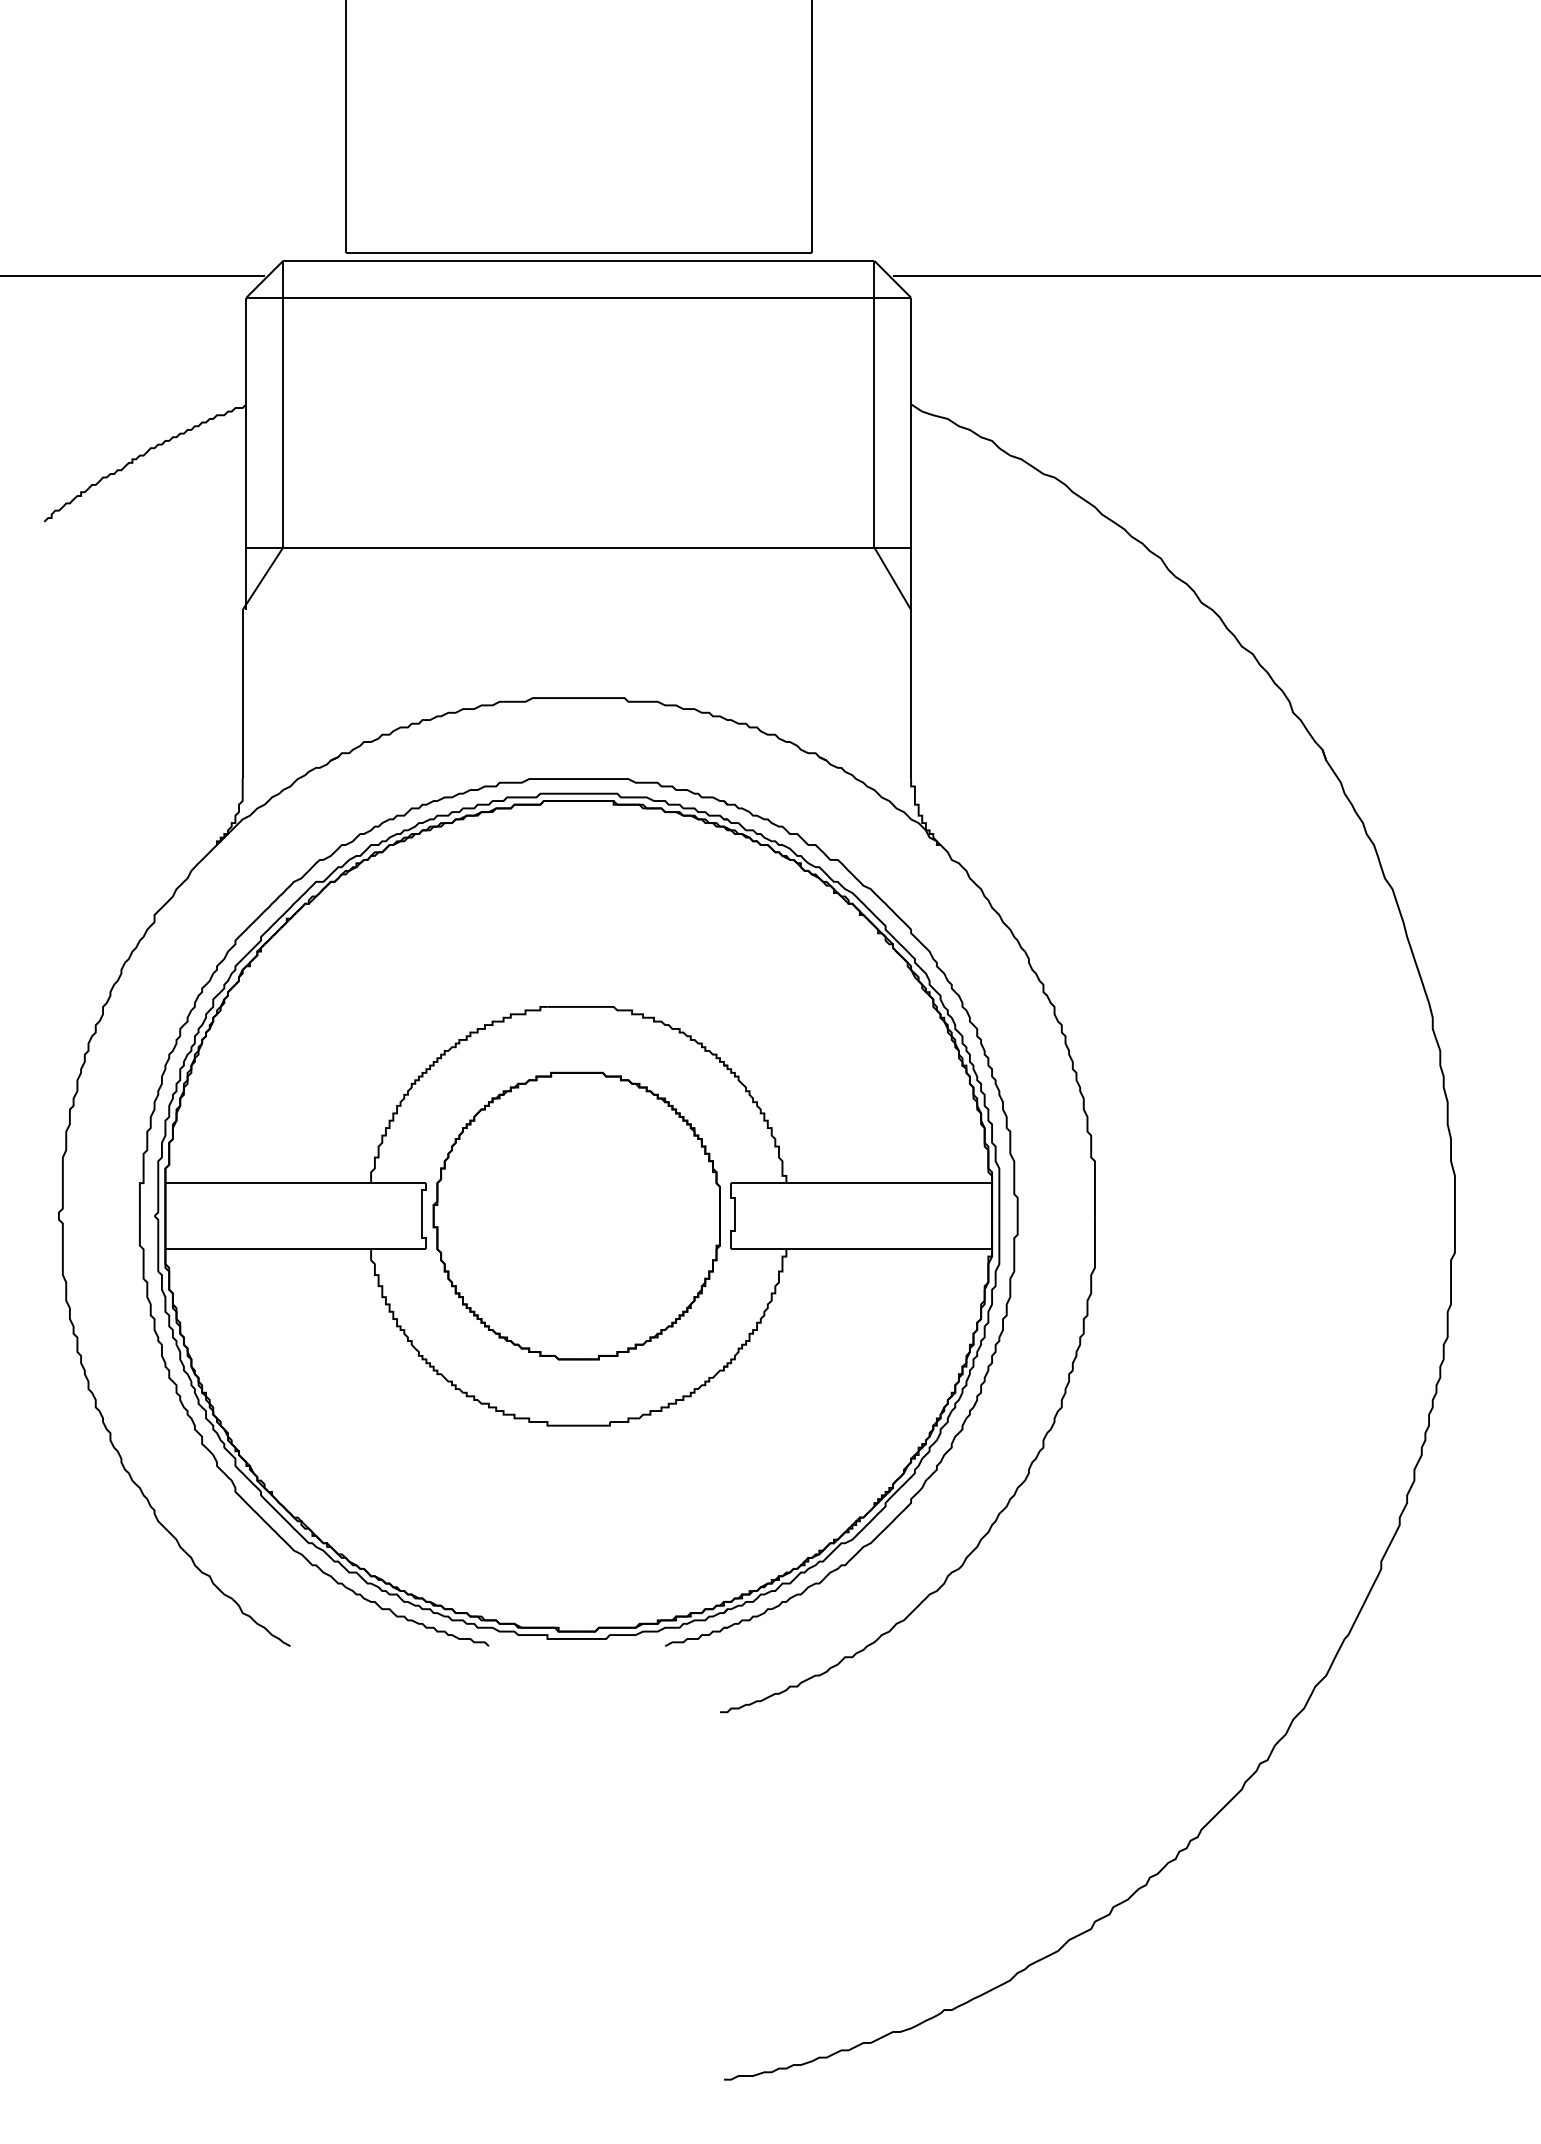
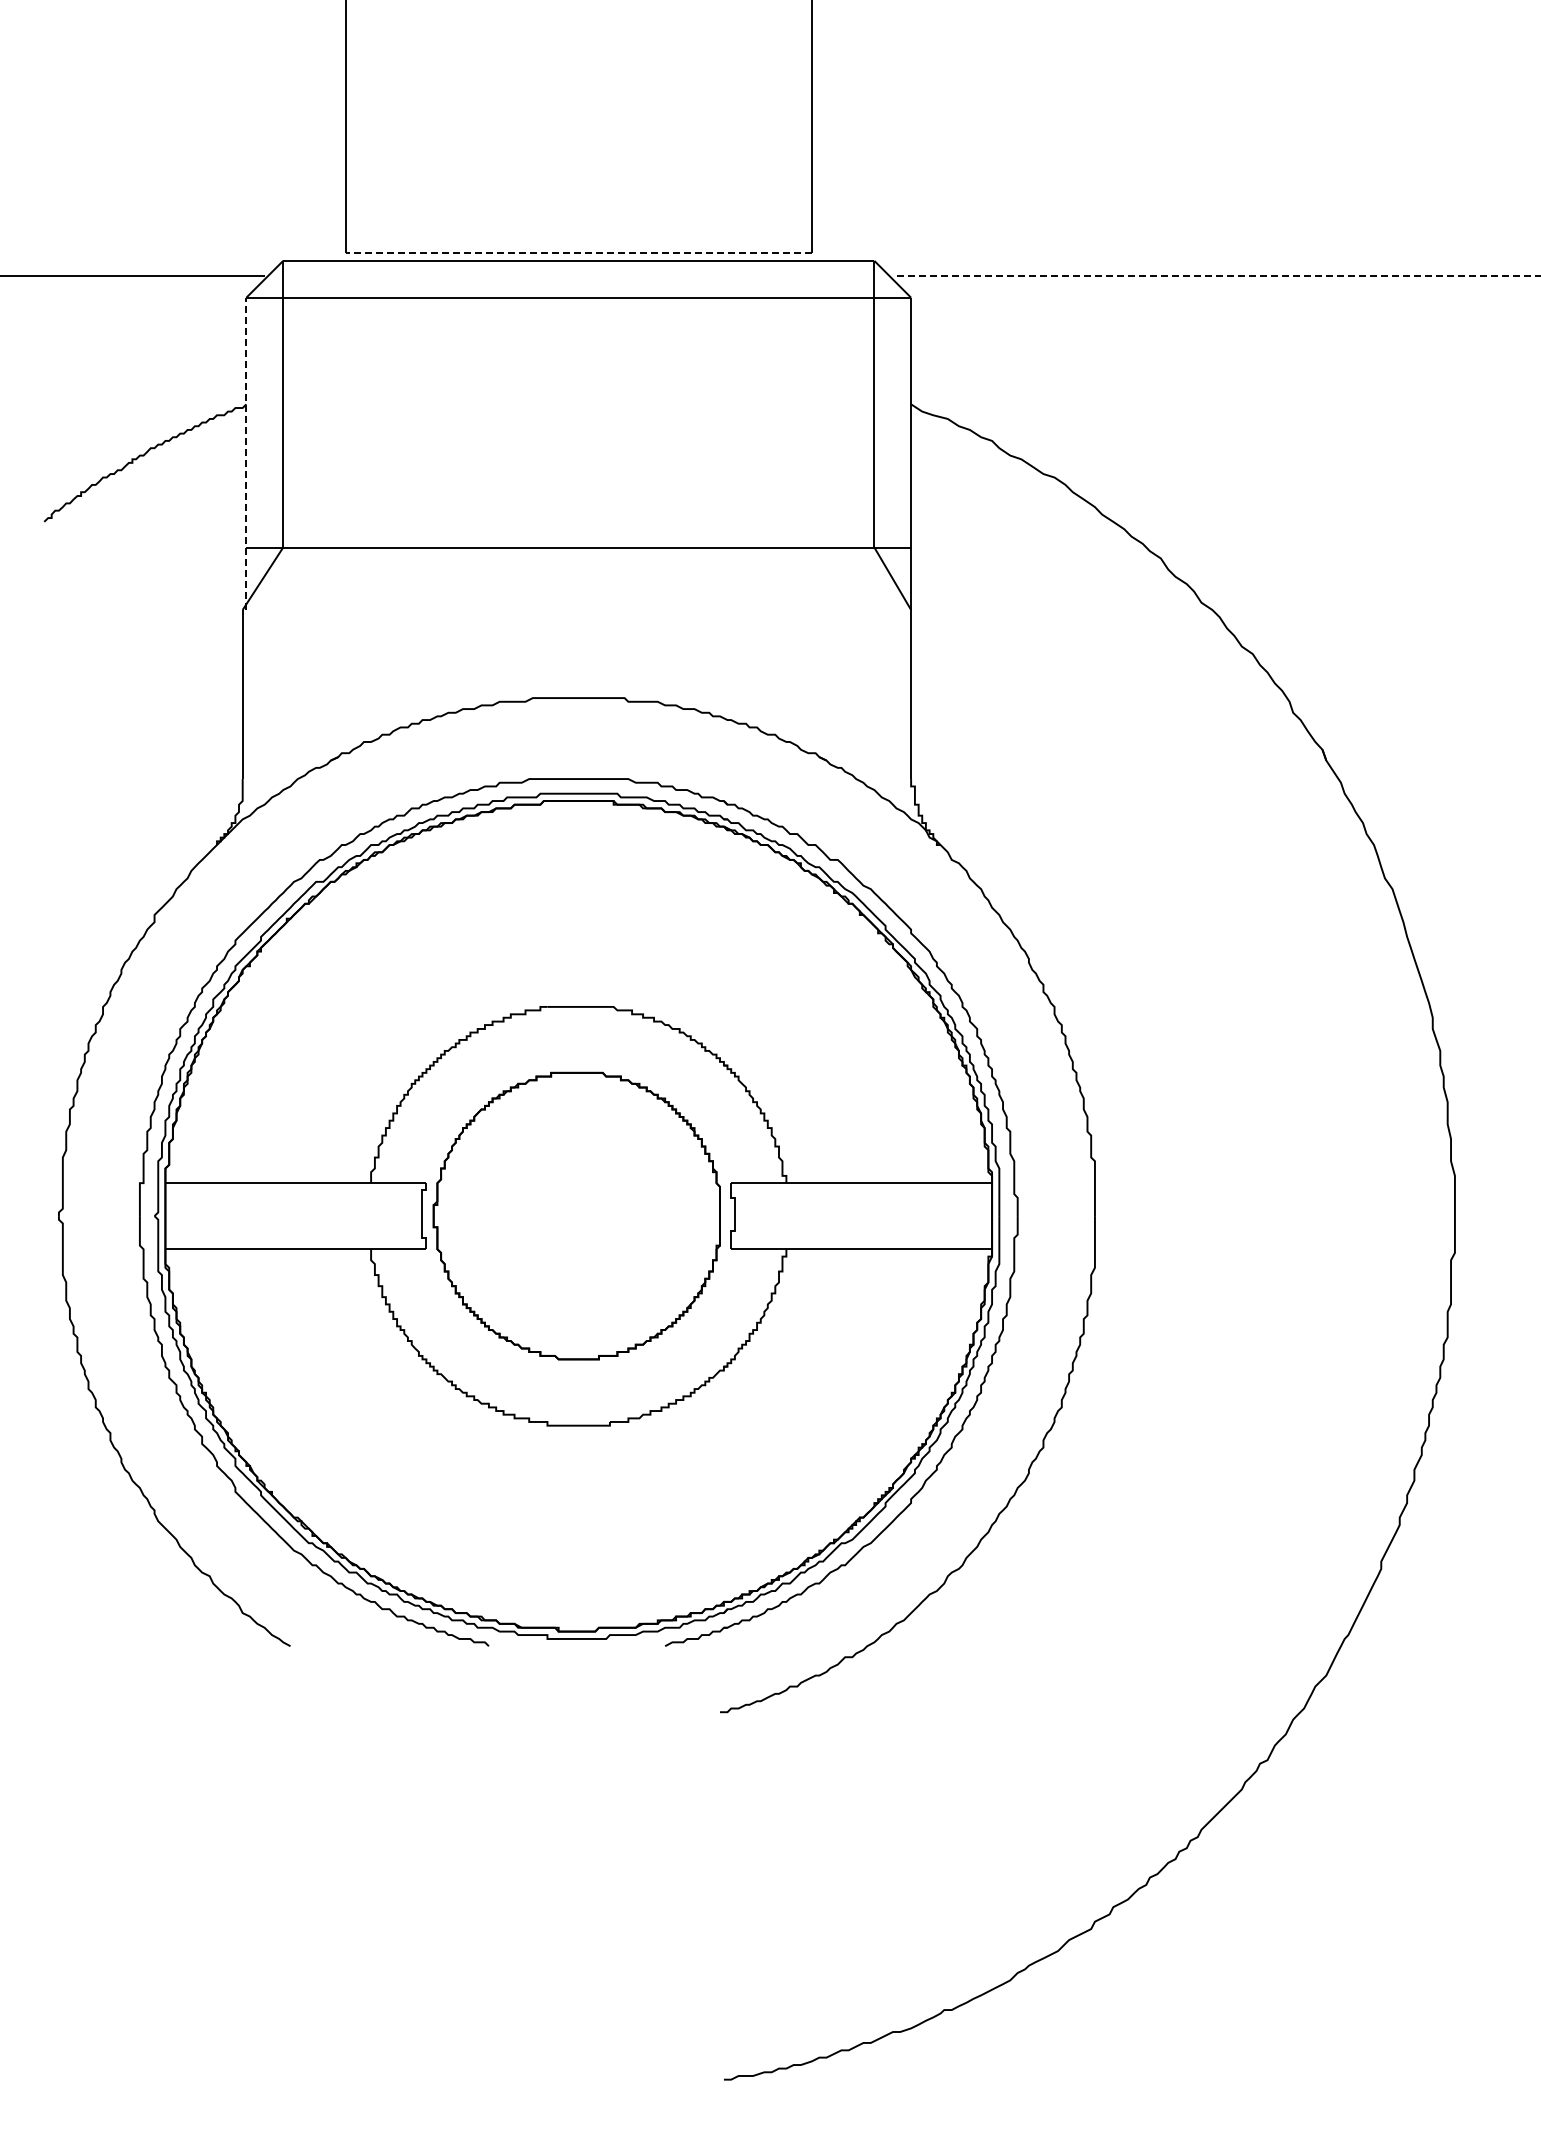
line at (578, 253): solid -> dashed
line at (1216, 275): solid -> dashed
line at (246, 453): solid -> dashed
